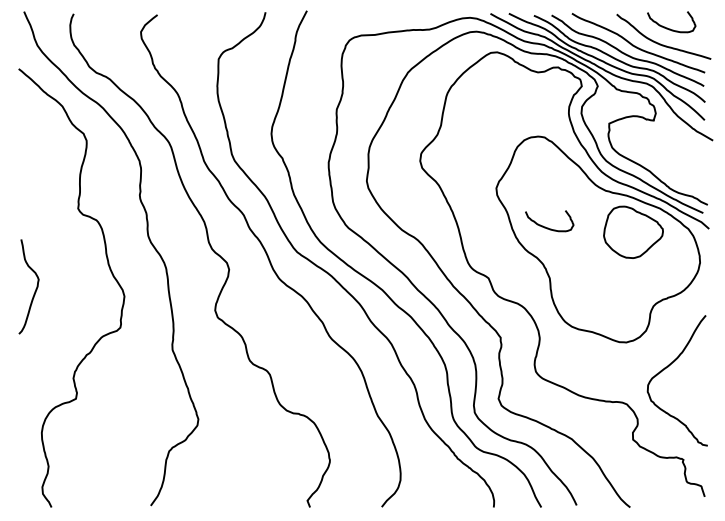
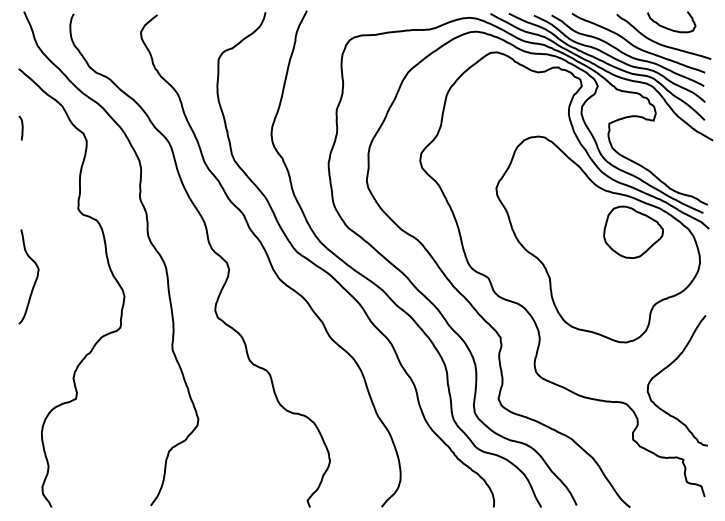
curve at (21, 127): none -> present
curve at (548, 227): present -> none
curve at (35, 288) position: (35, 288) -> (35, 278)
